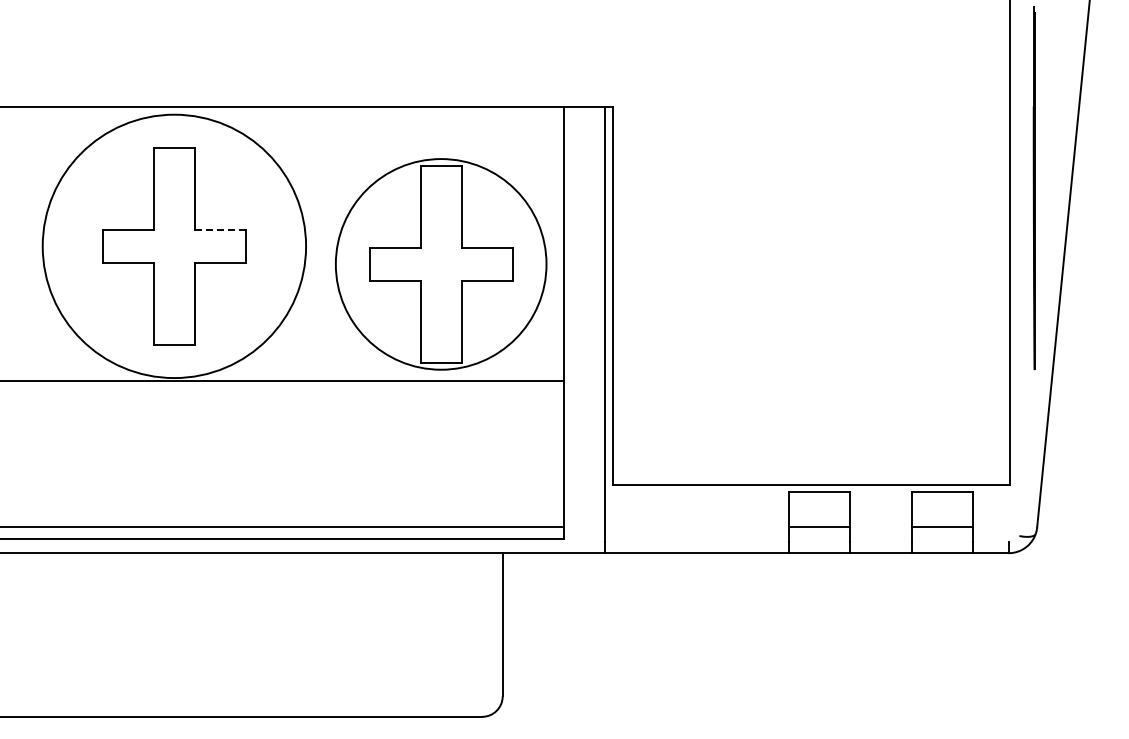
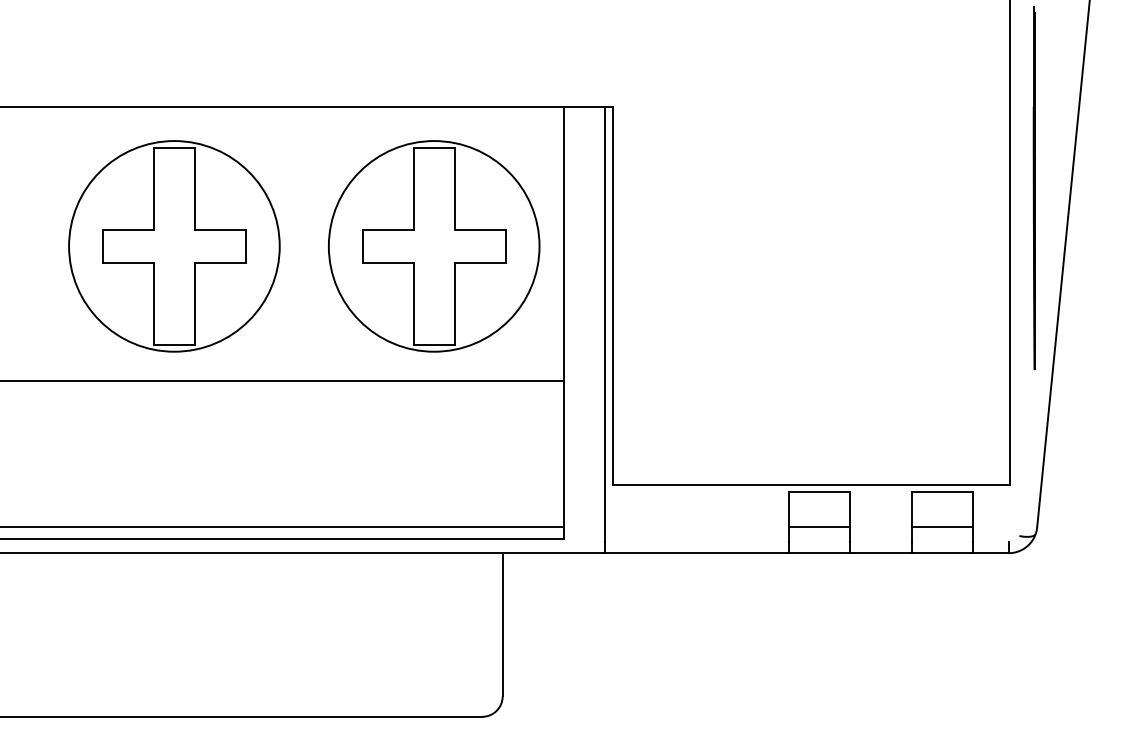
line at (220, 230): dashed -> solid
circle at (174, 246) diameter: 263 px -> 211 px
part at (441, 264) position: (441, 264) -> (434, 246)
